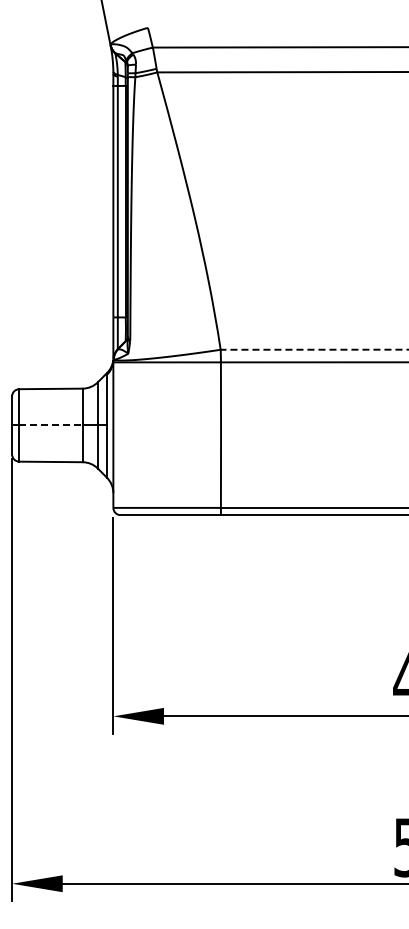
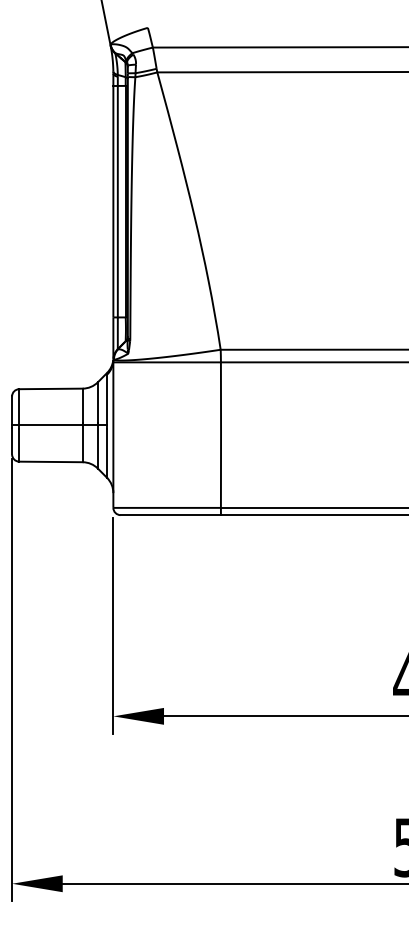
line at (314, 349): dashed -> solid
line at (51, 425): dashed -> solid
